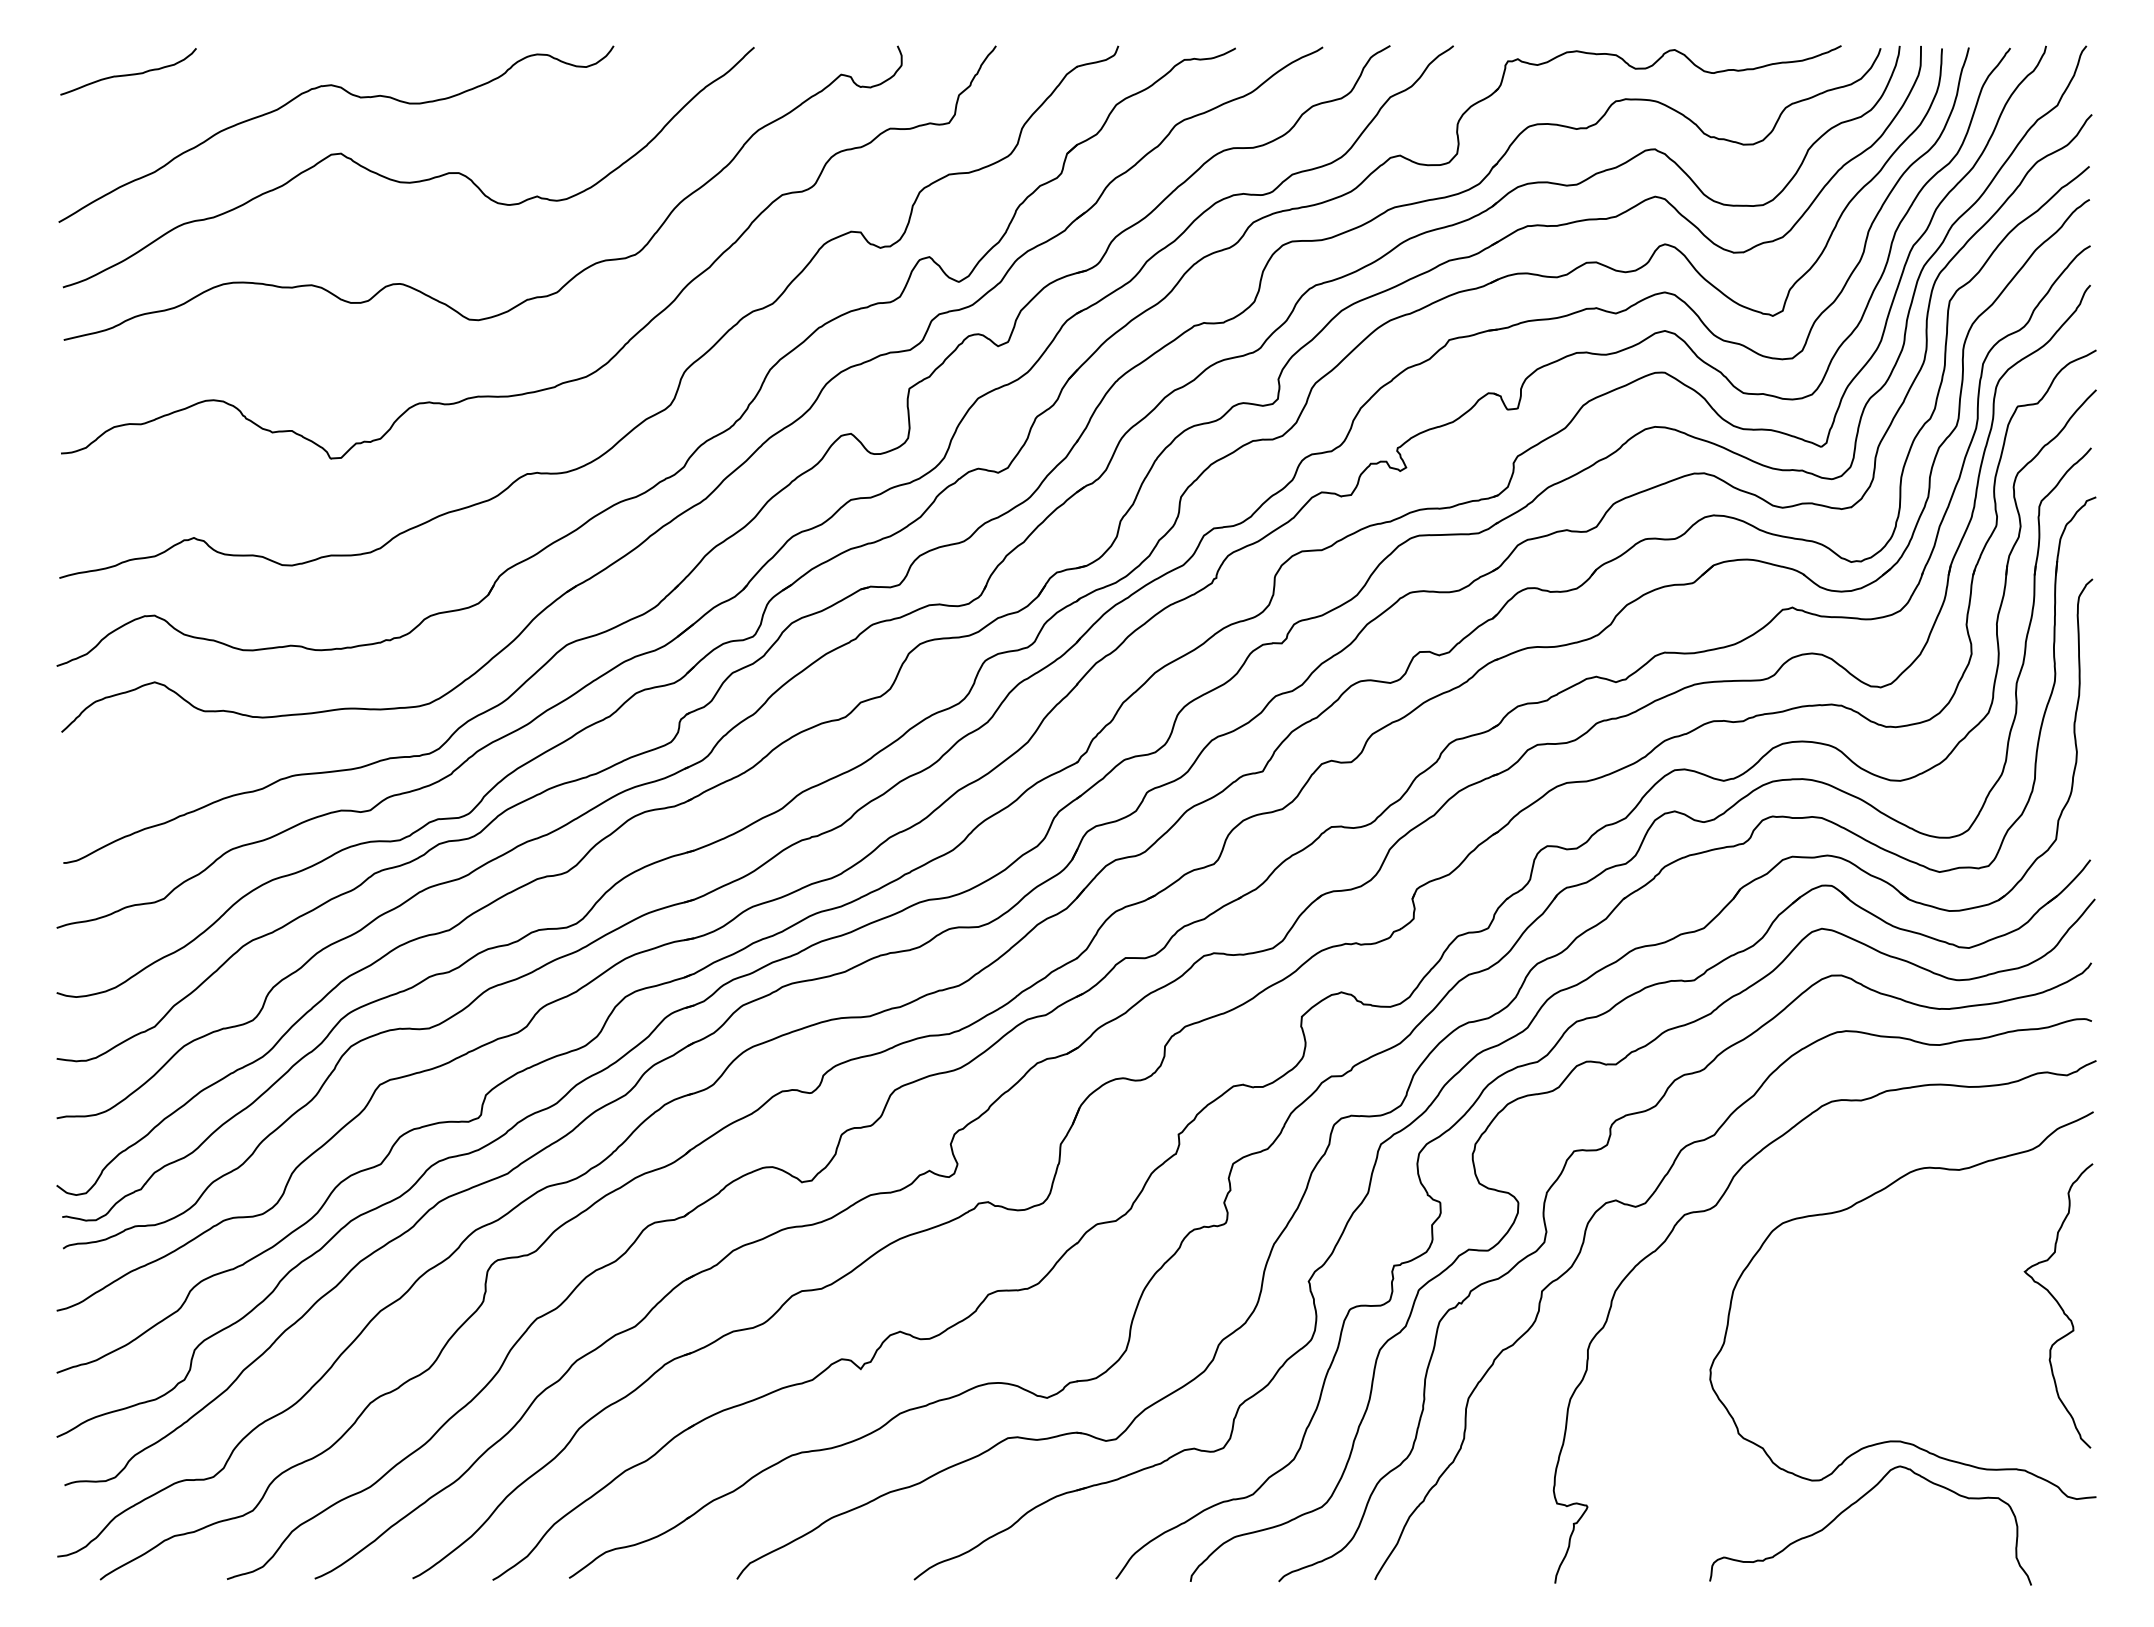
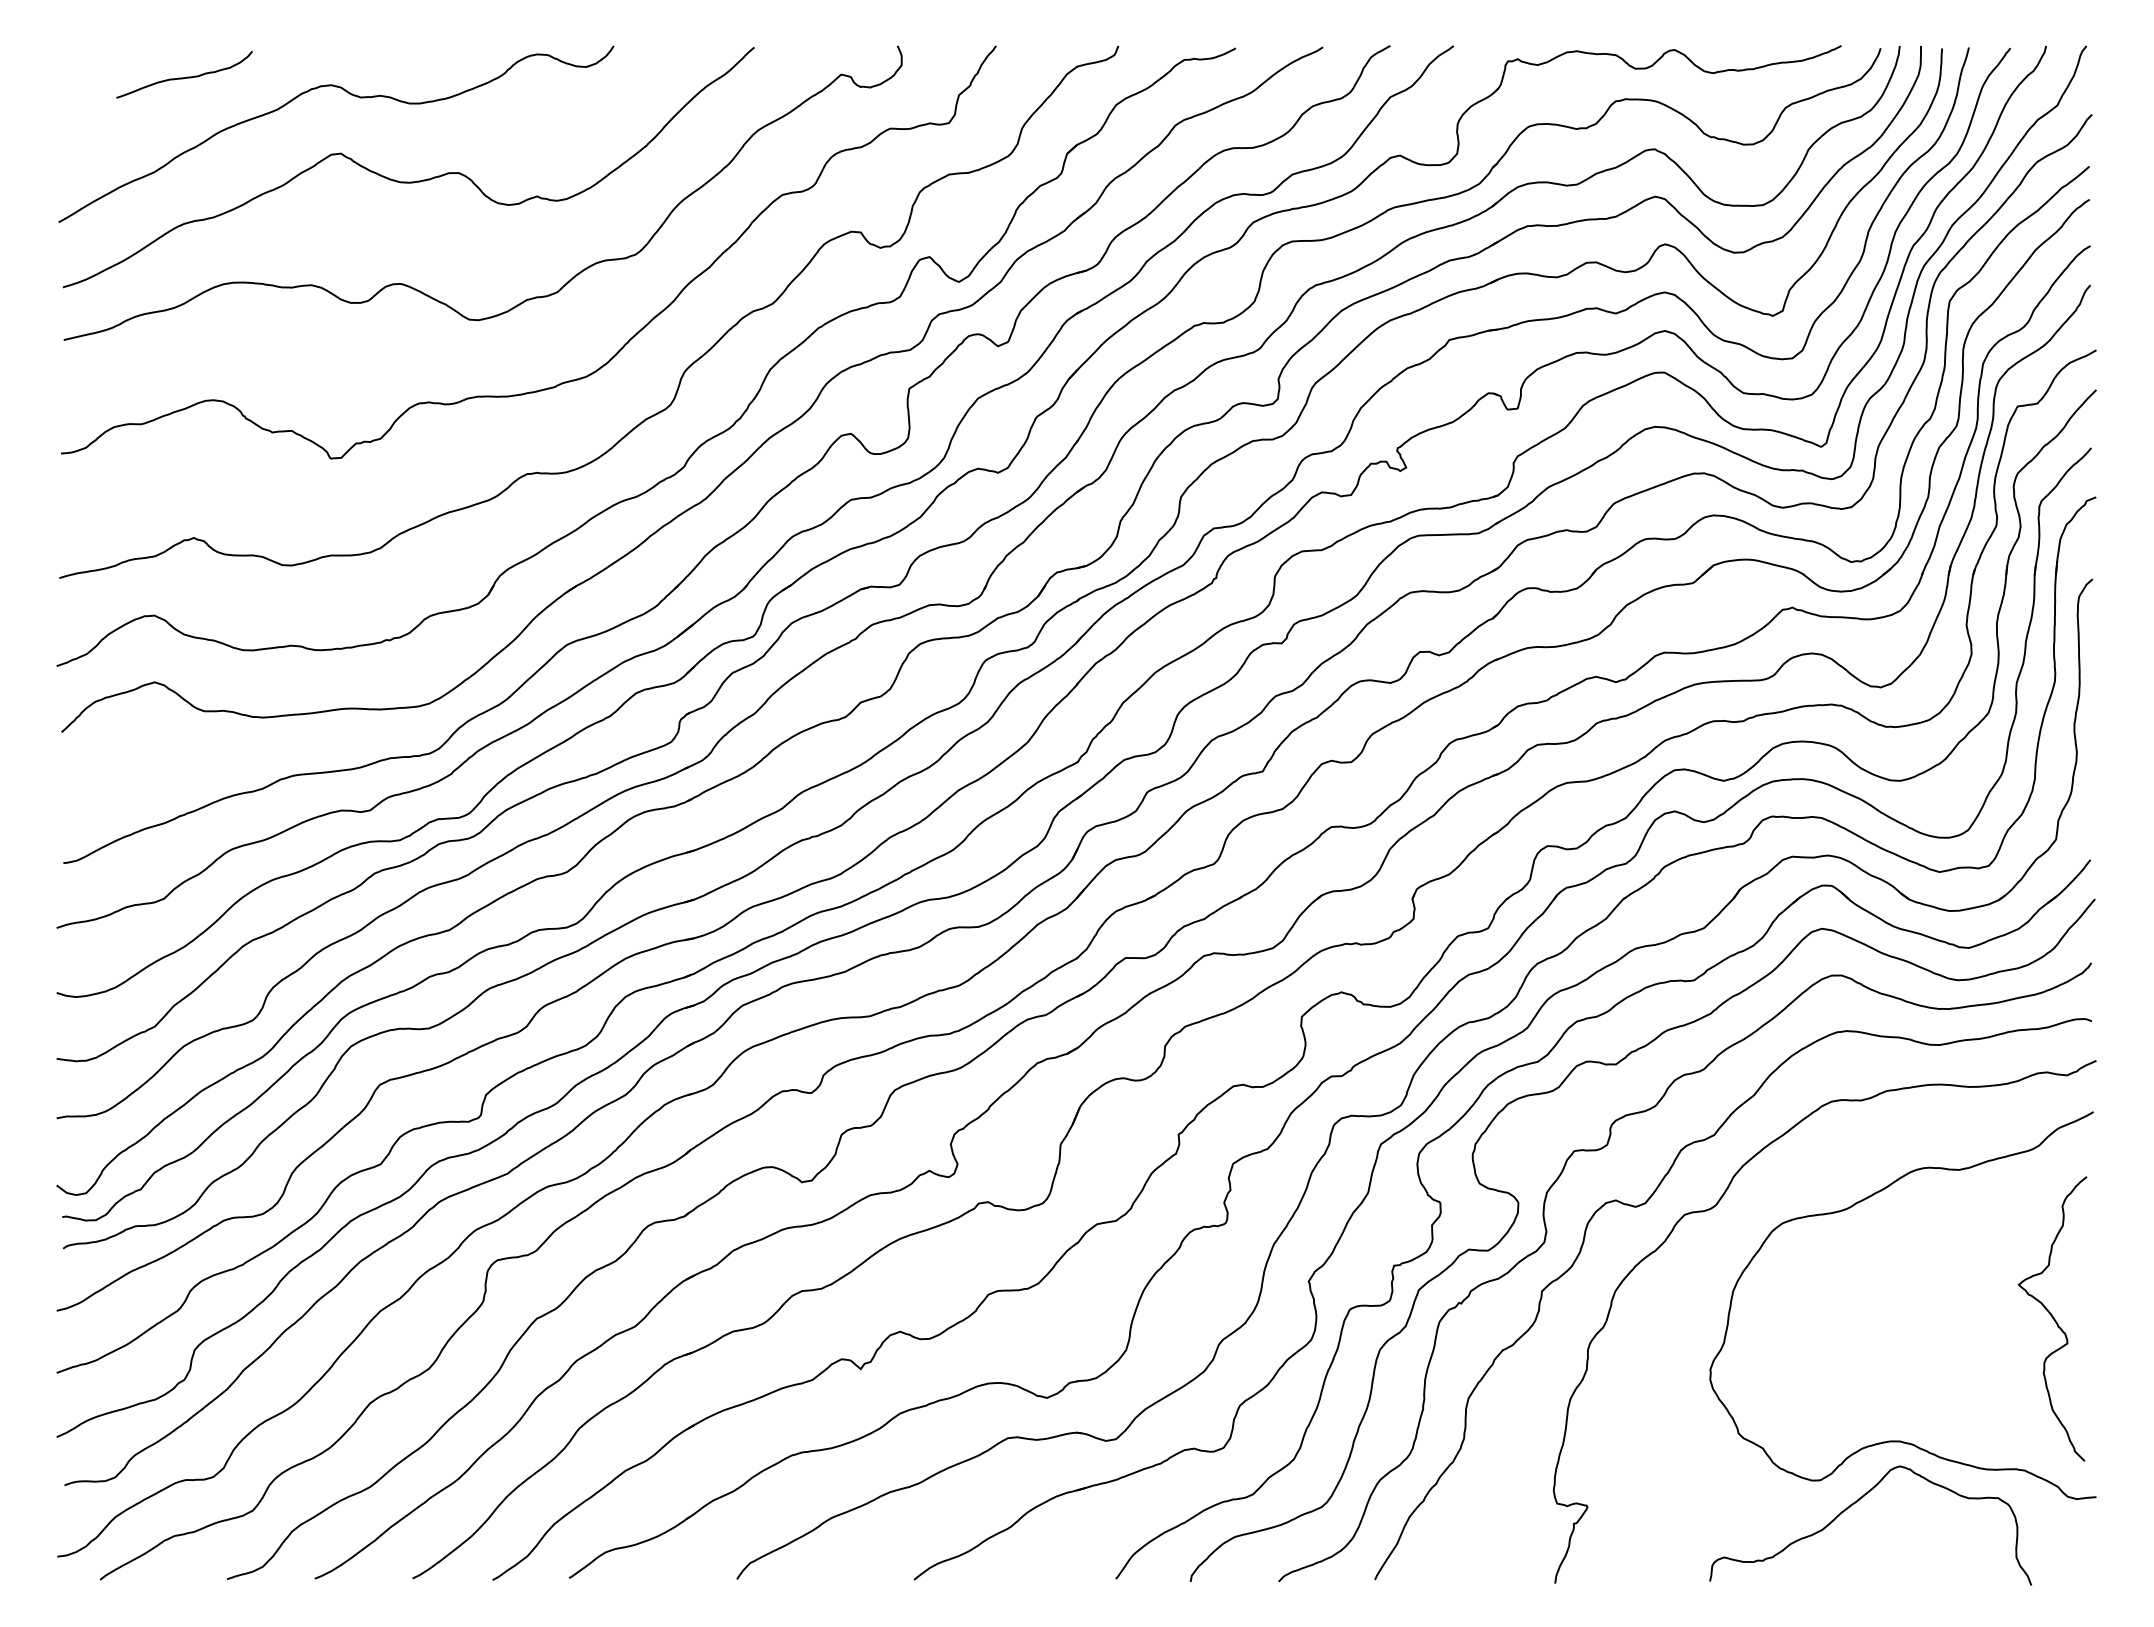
curve at (130, 73) position: (130, 73) -> (186, 76)
curve at (2058, 1305) position: (2058, 1305) -> (2052, 1318)
